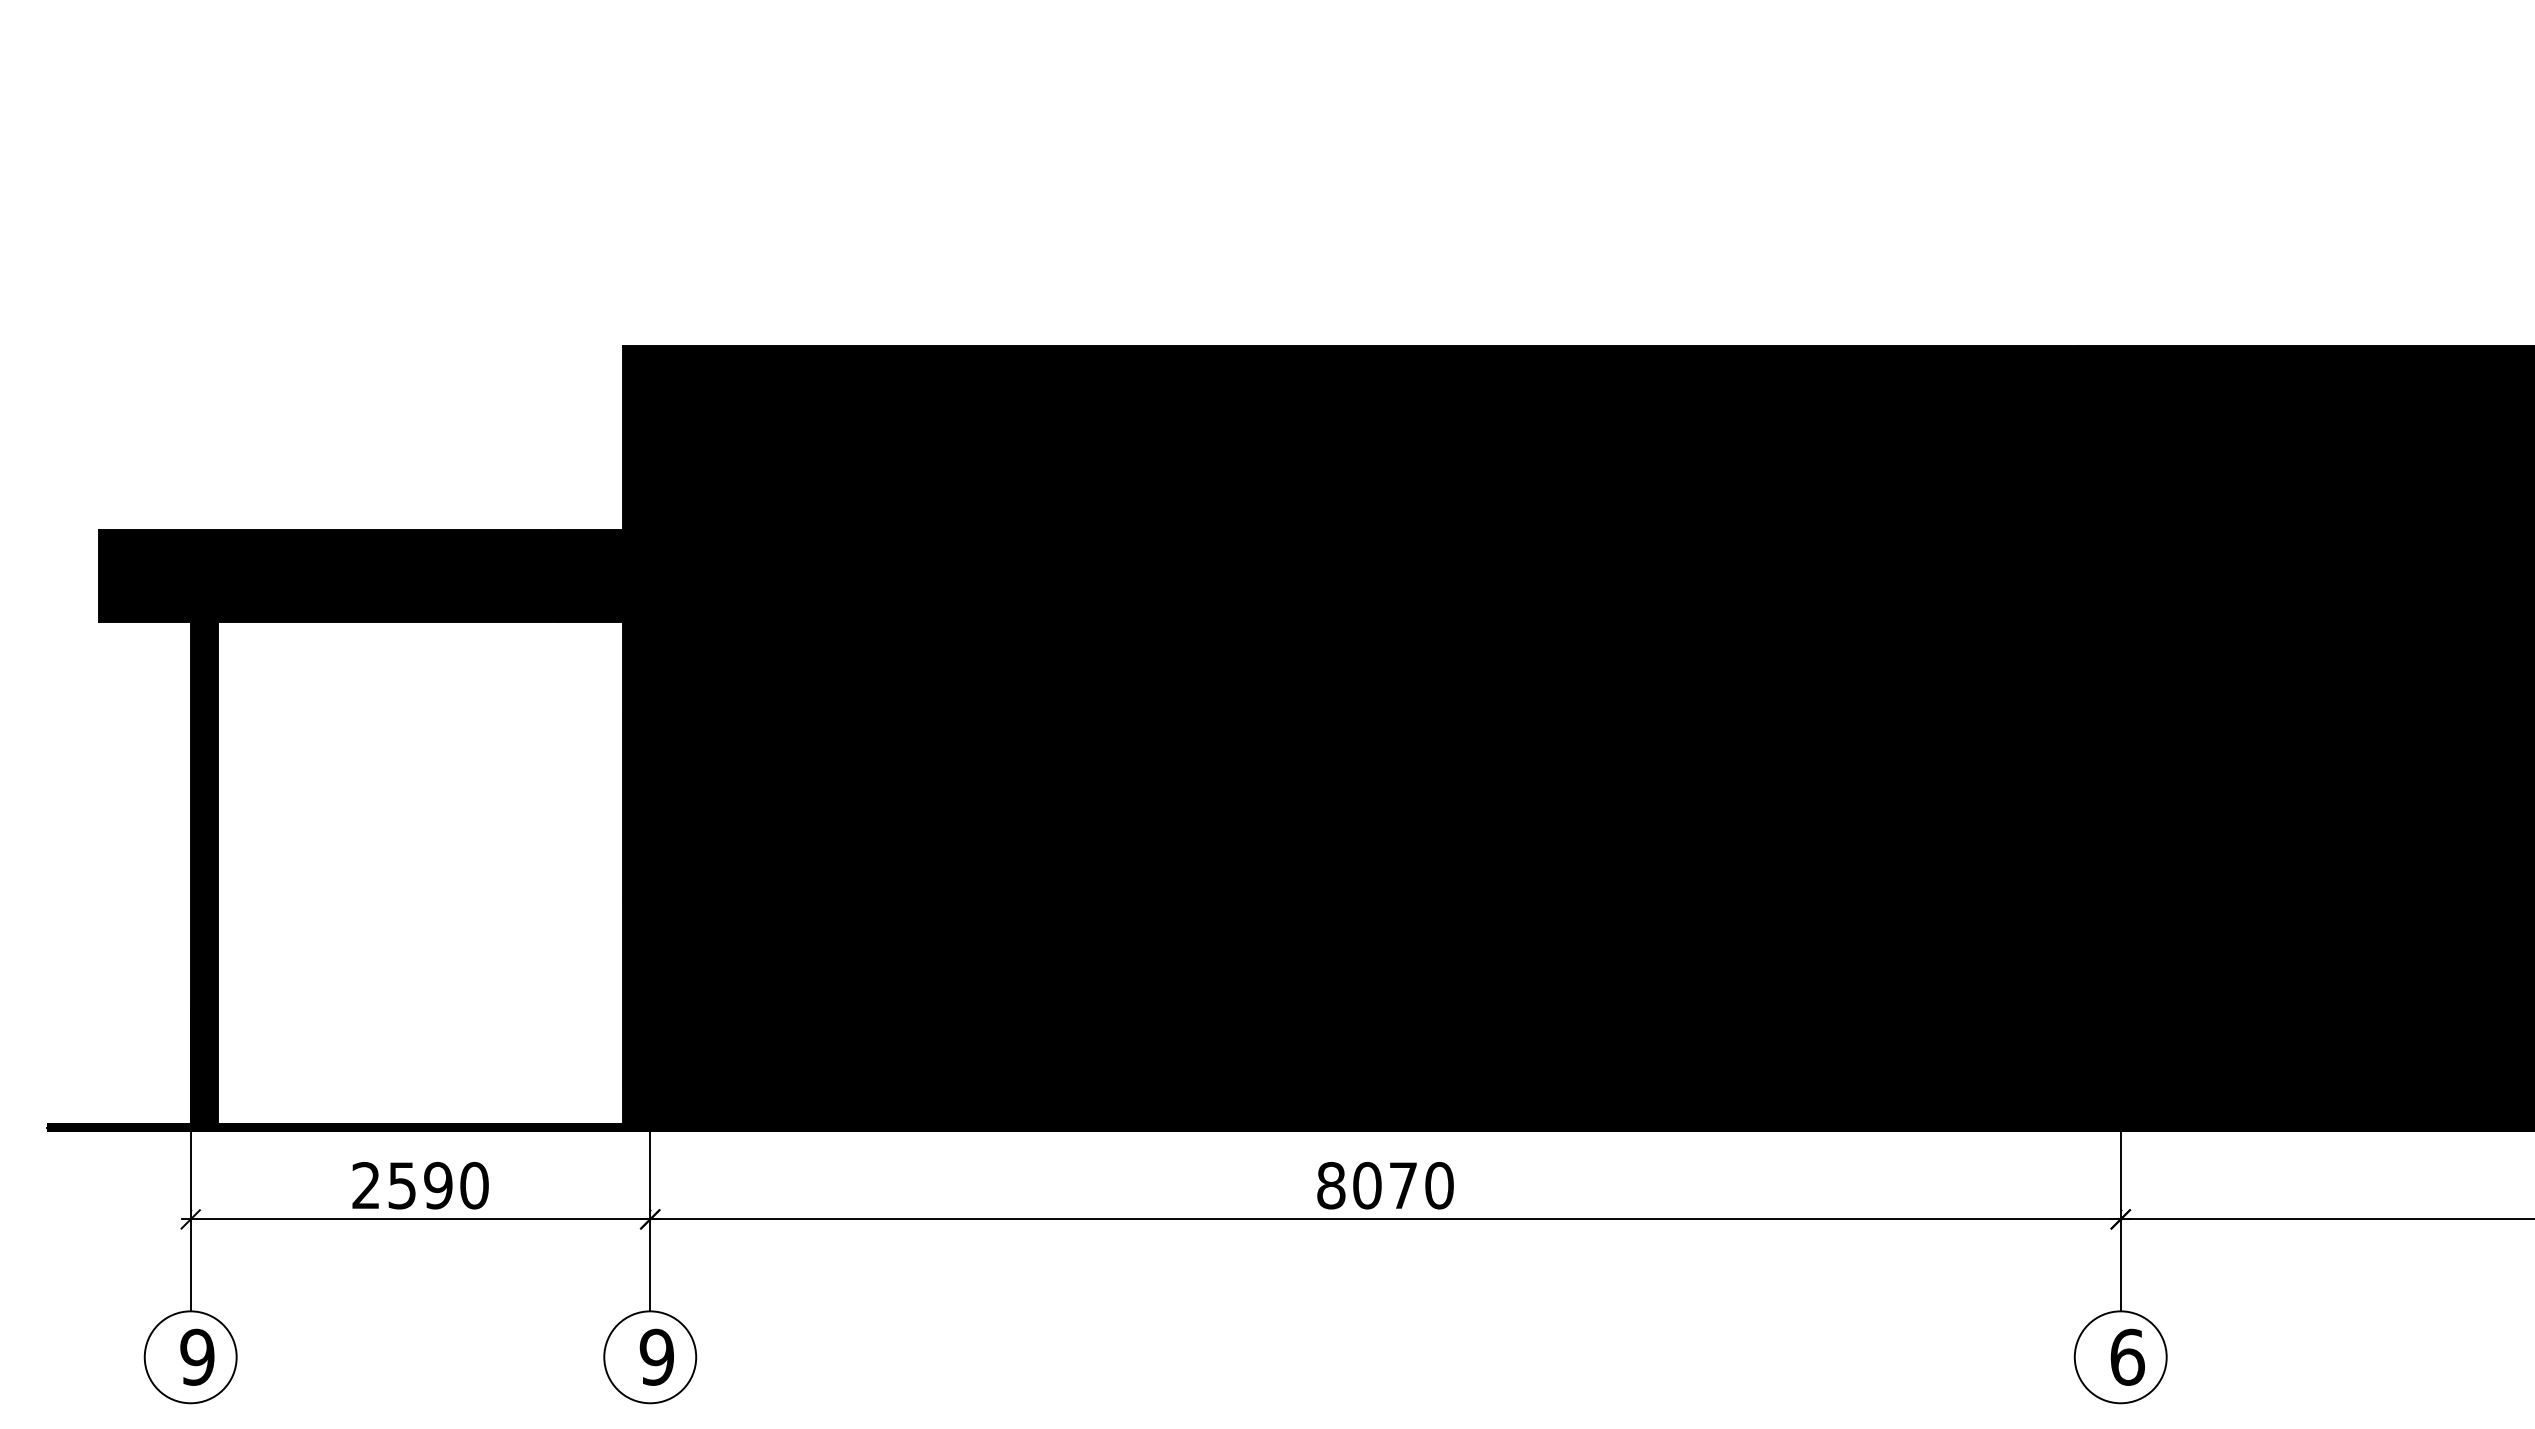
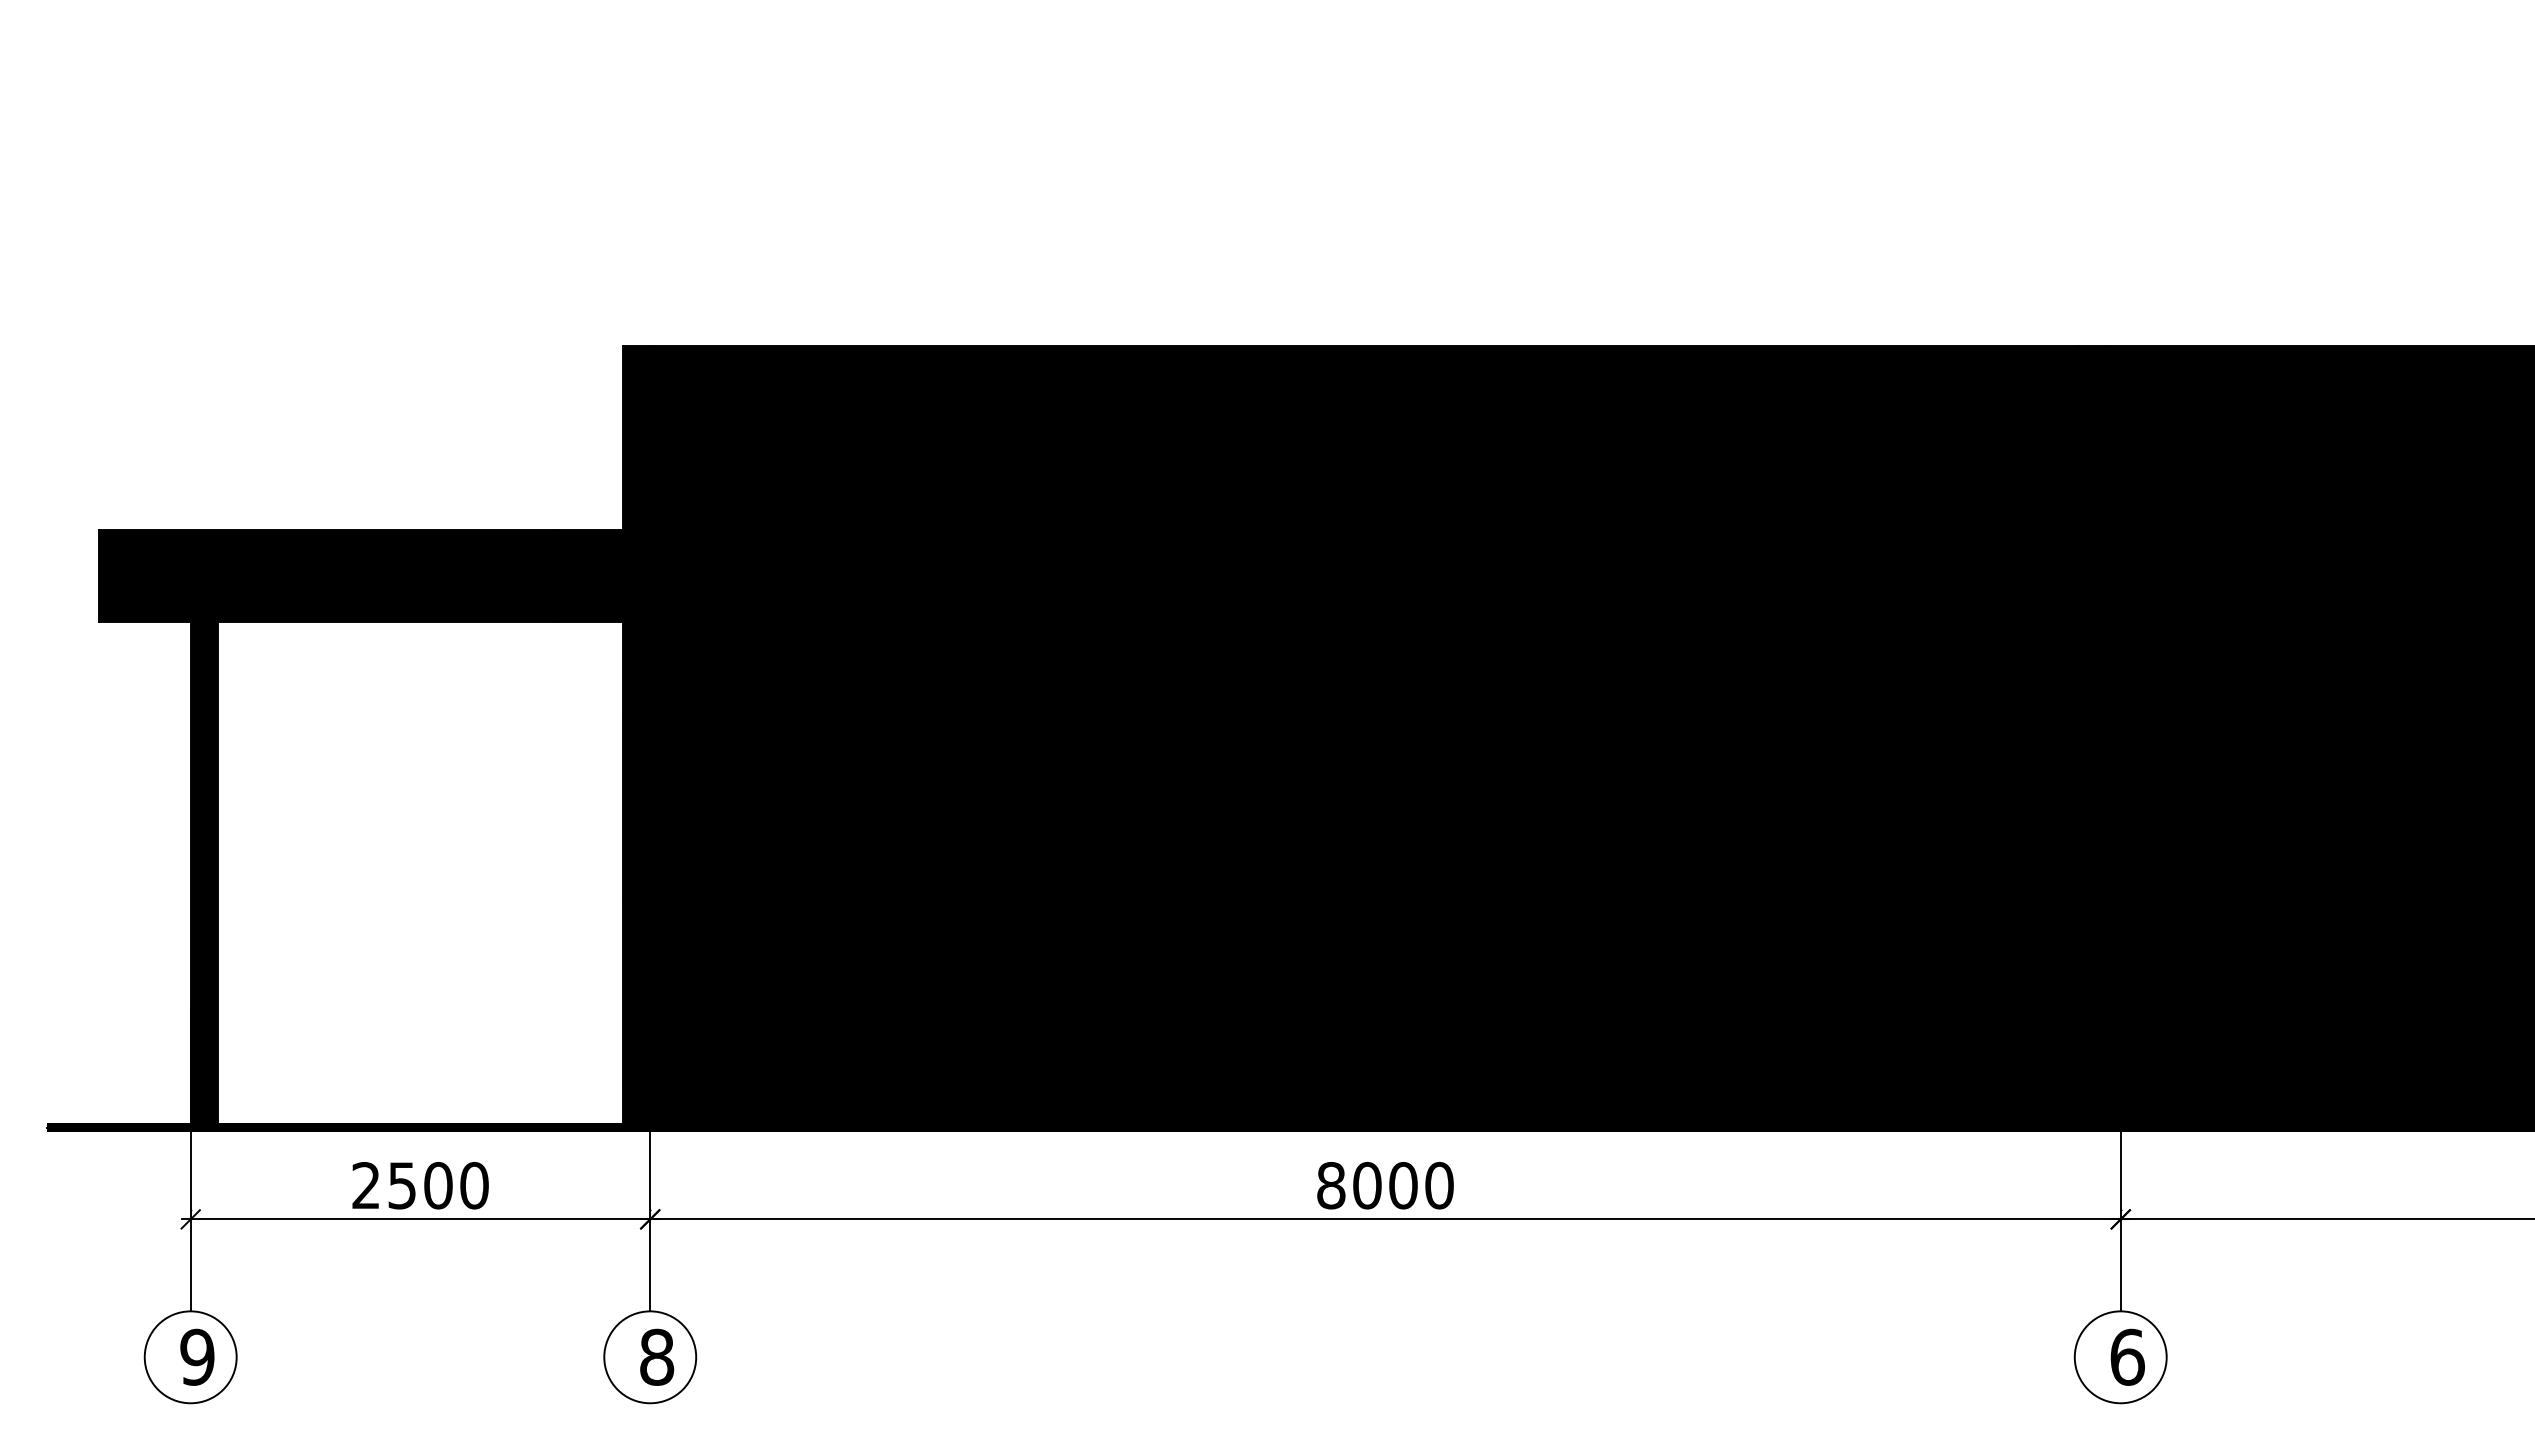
text at (438, 1185): 2590 -> 2500
text at (1403, 1185): 8070 -> 8000
text at (656, 1356): 9 -> 8
